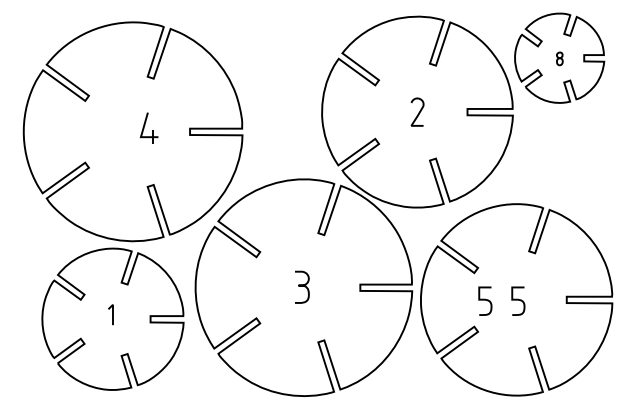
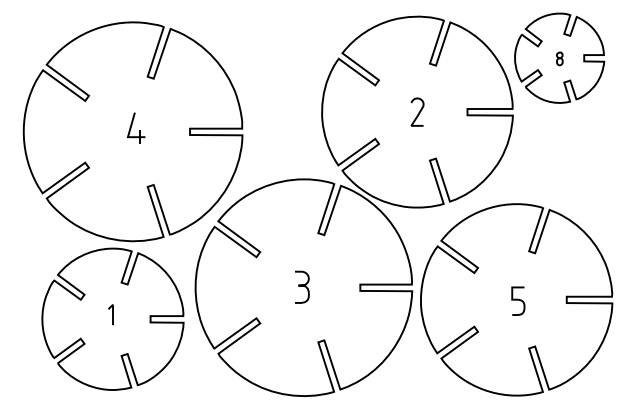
part at (148, 127) position: (148, 127) -> (135, 127)
curve at (485, 300): present -> none
